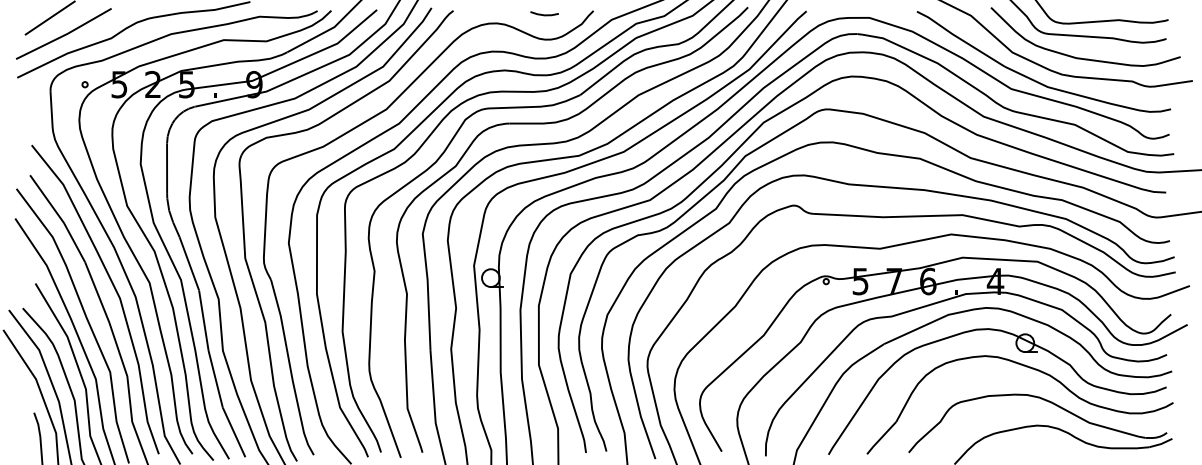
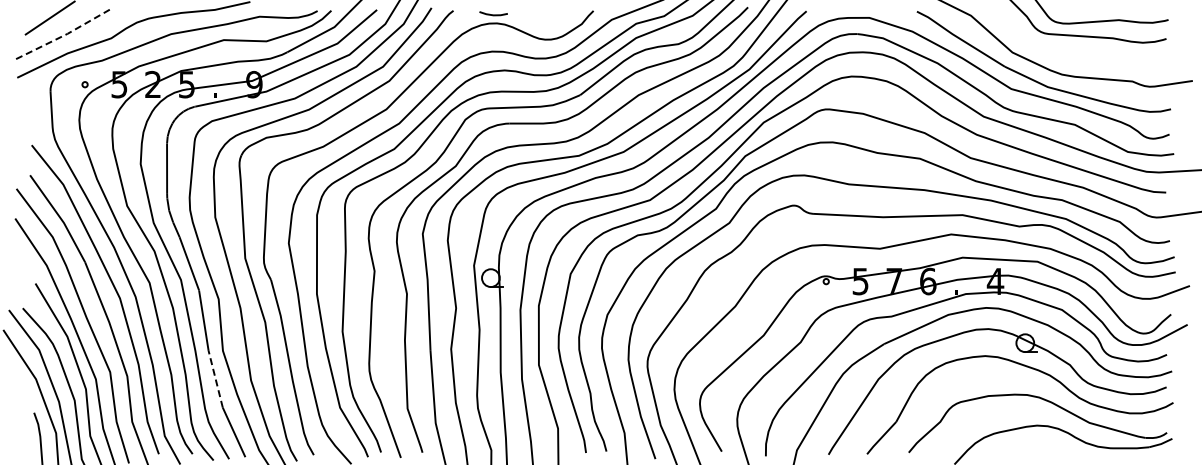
line at (544, 14) position: (544, 14) -> (493, 14)
line at (64, 35): solid -> dashed
curve at (1081, 57): present -> none
line at (215, 378): solid -> dashed
